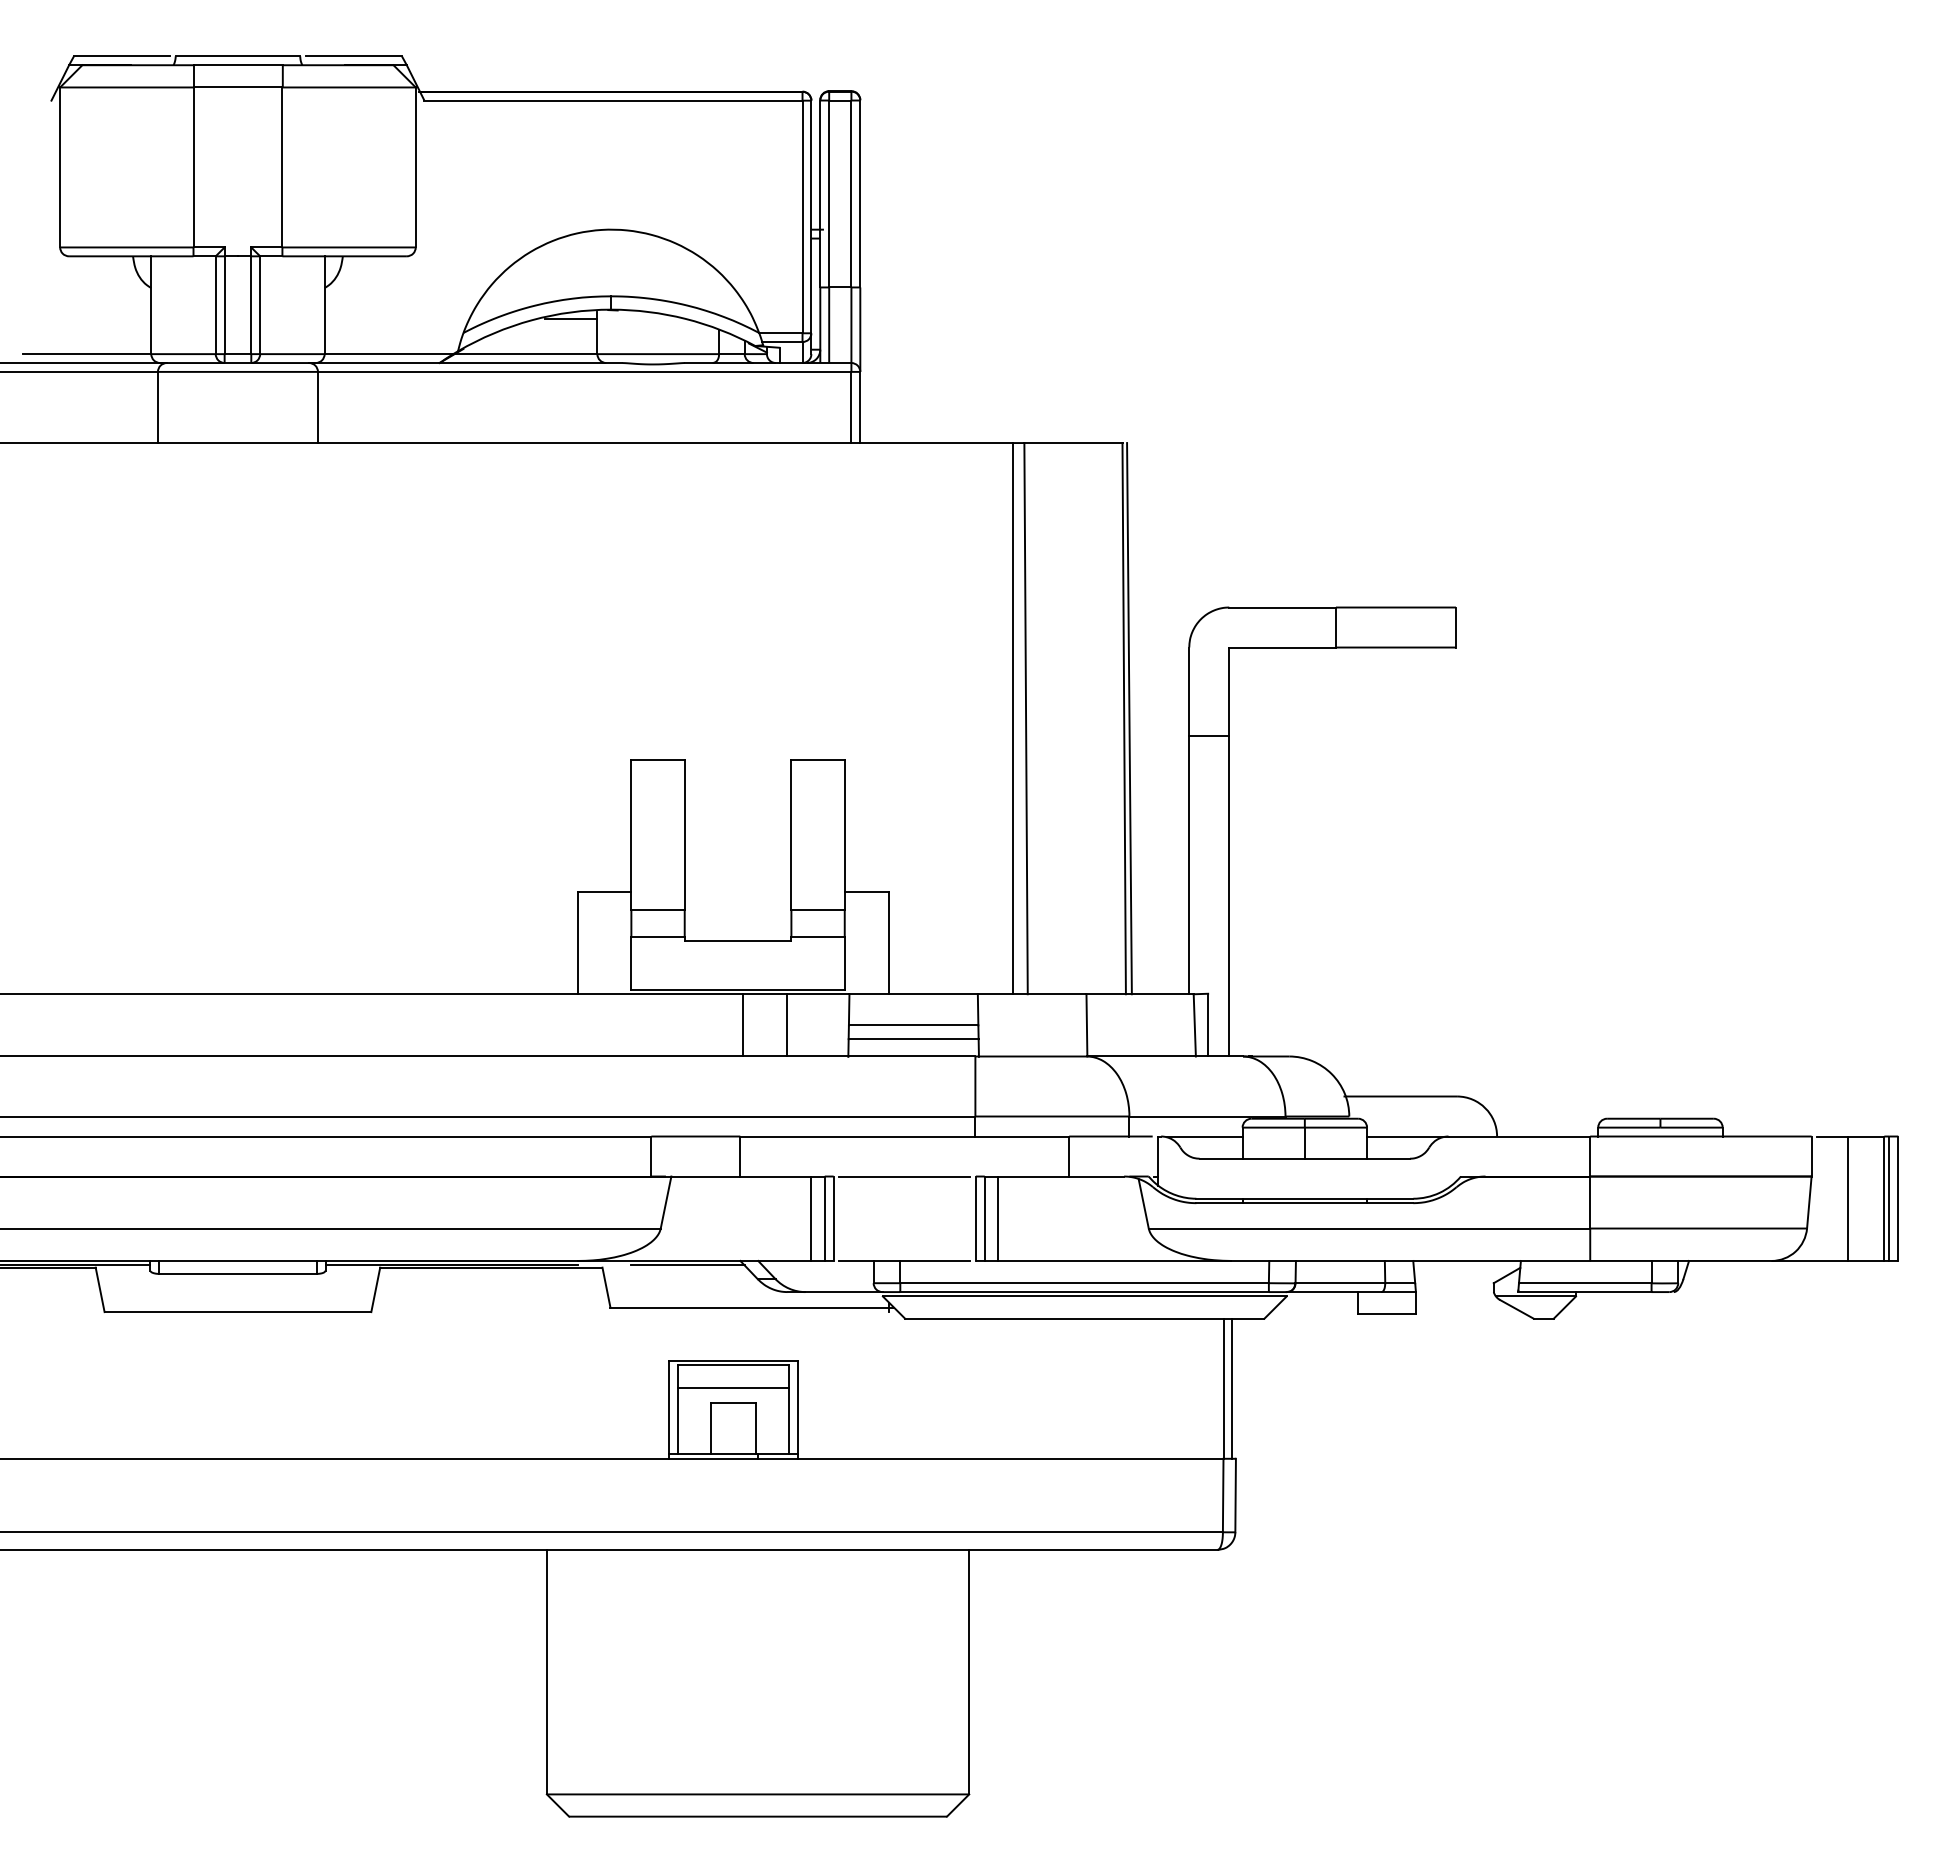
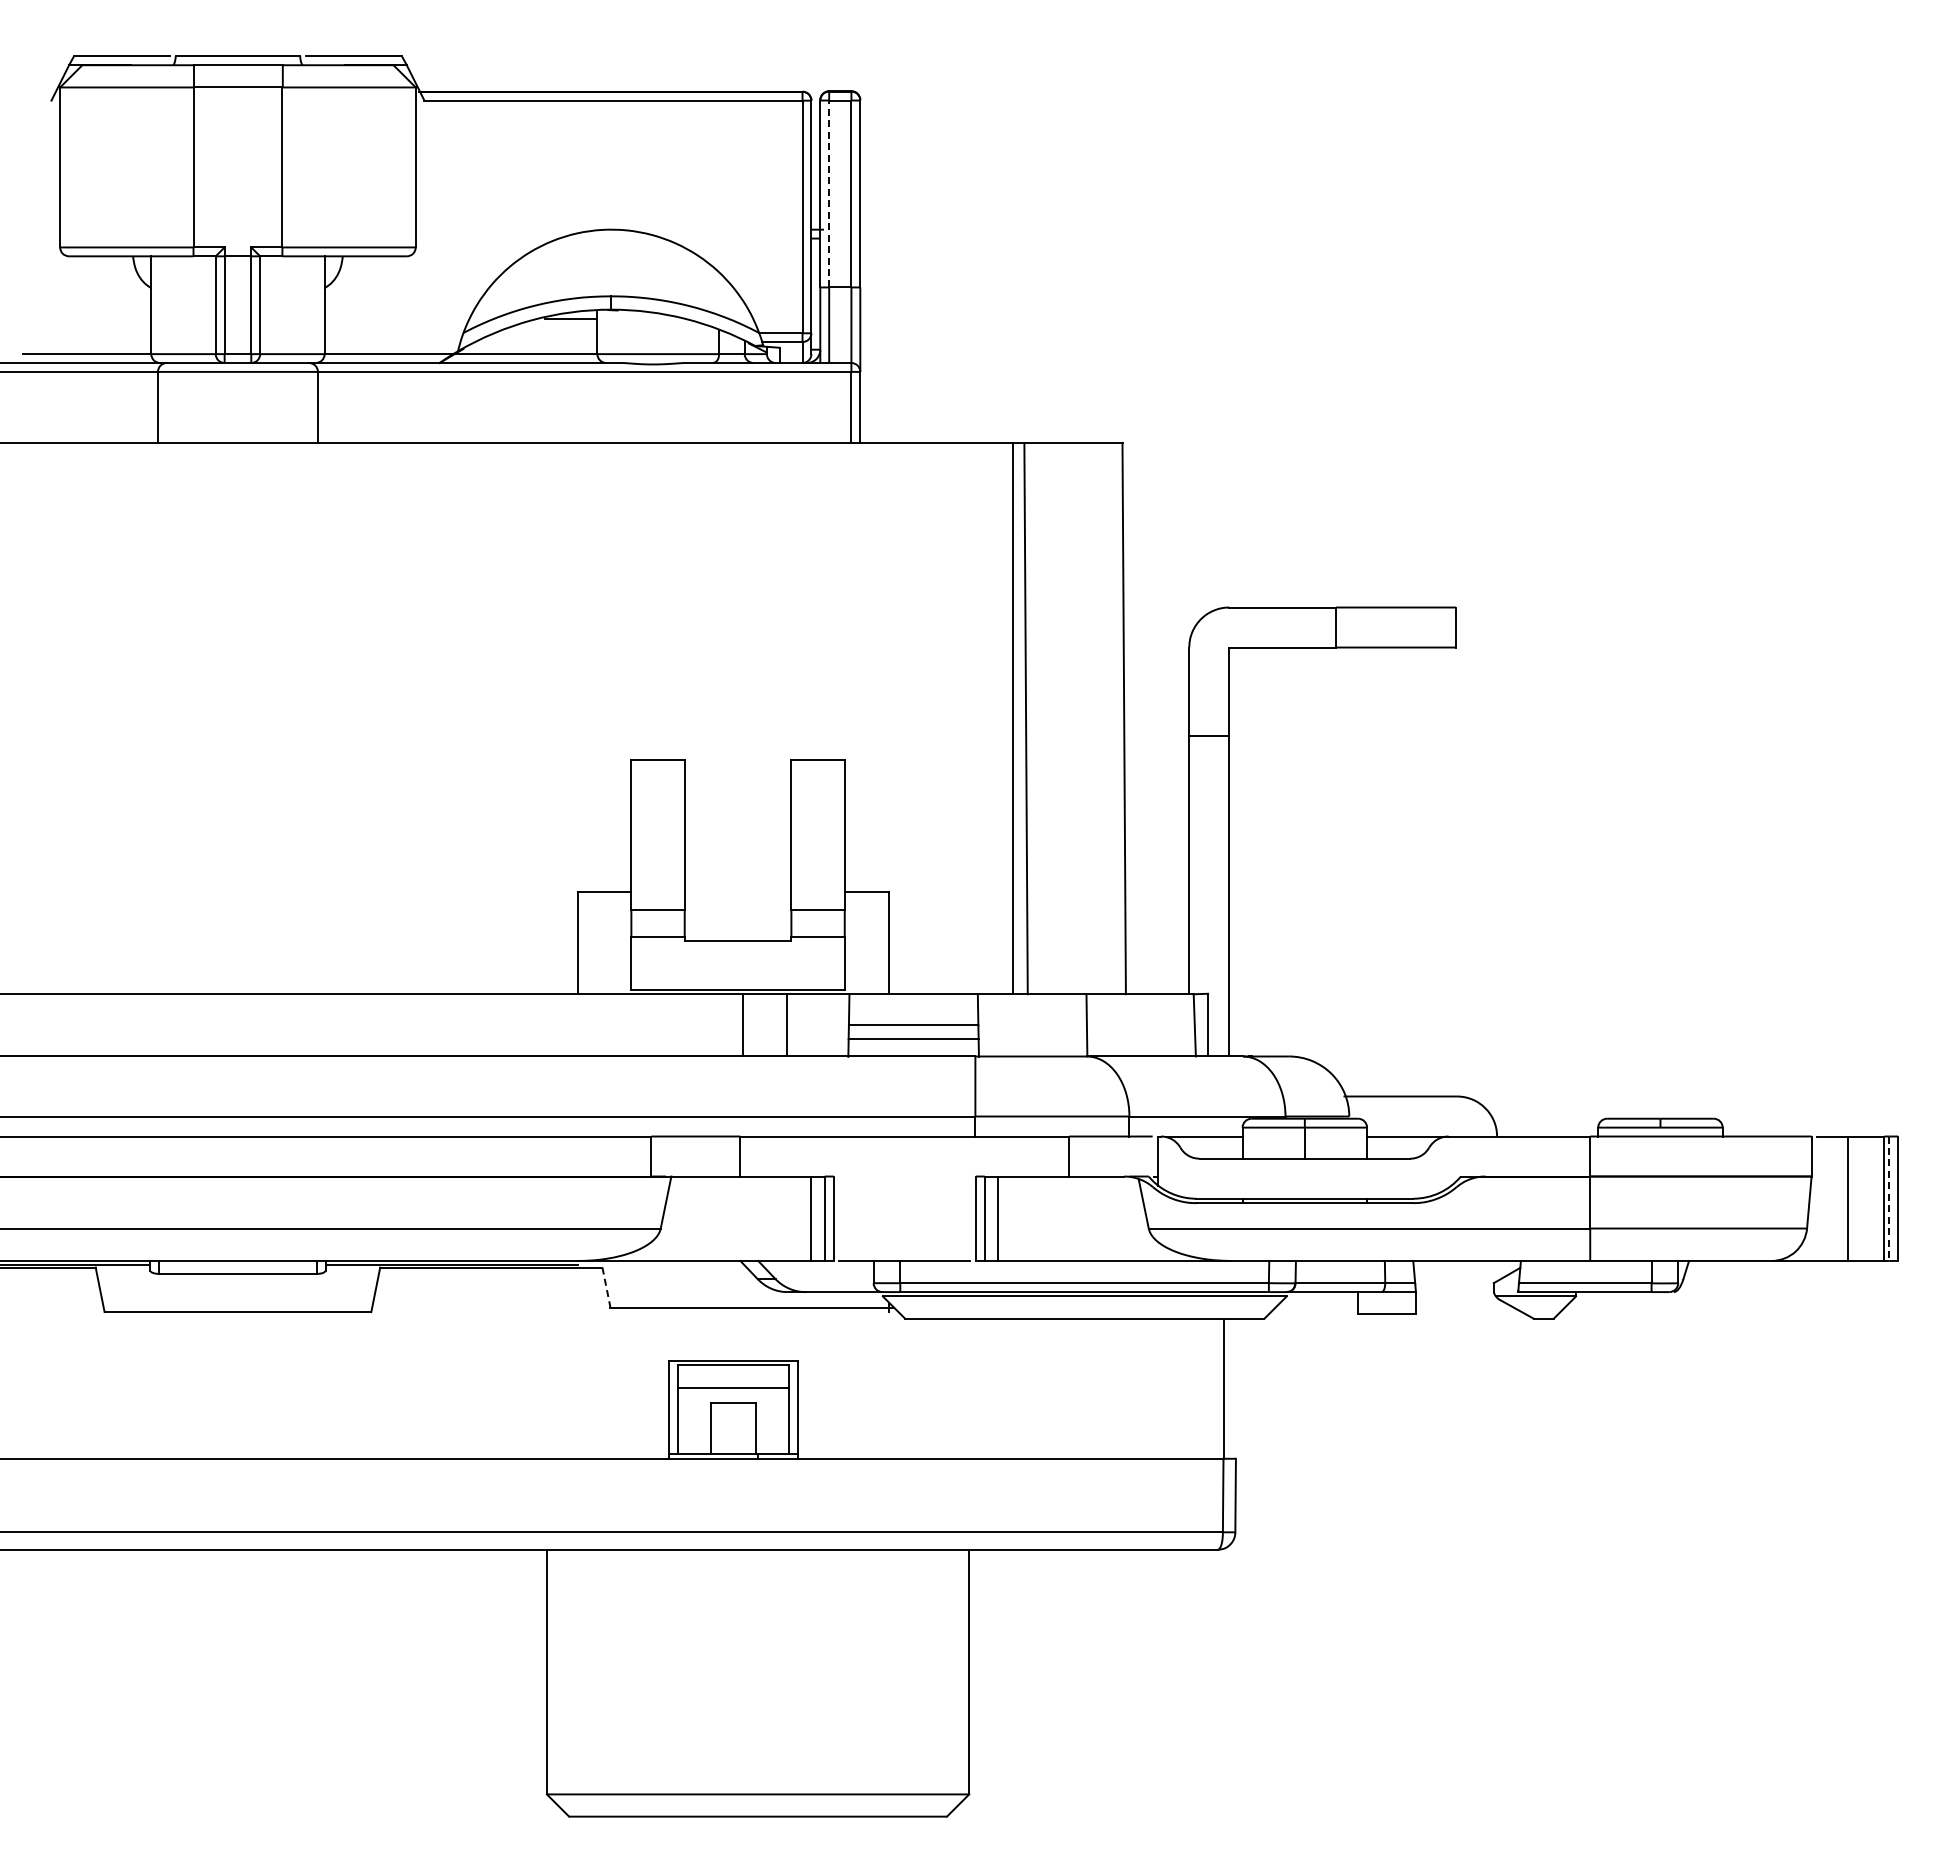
line at (829, 193): solid -> dashed
line at (1129, 718): present -> none
line at (904, 1176): present -> none
line at (1889, 1199): solid -> dashed
line at (687, 1265): present -> none
line at (606, 1288): solid -> dashed
line at (1232, 1388): present -> none
